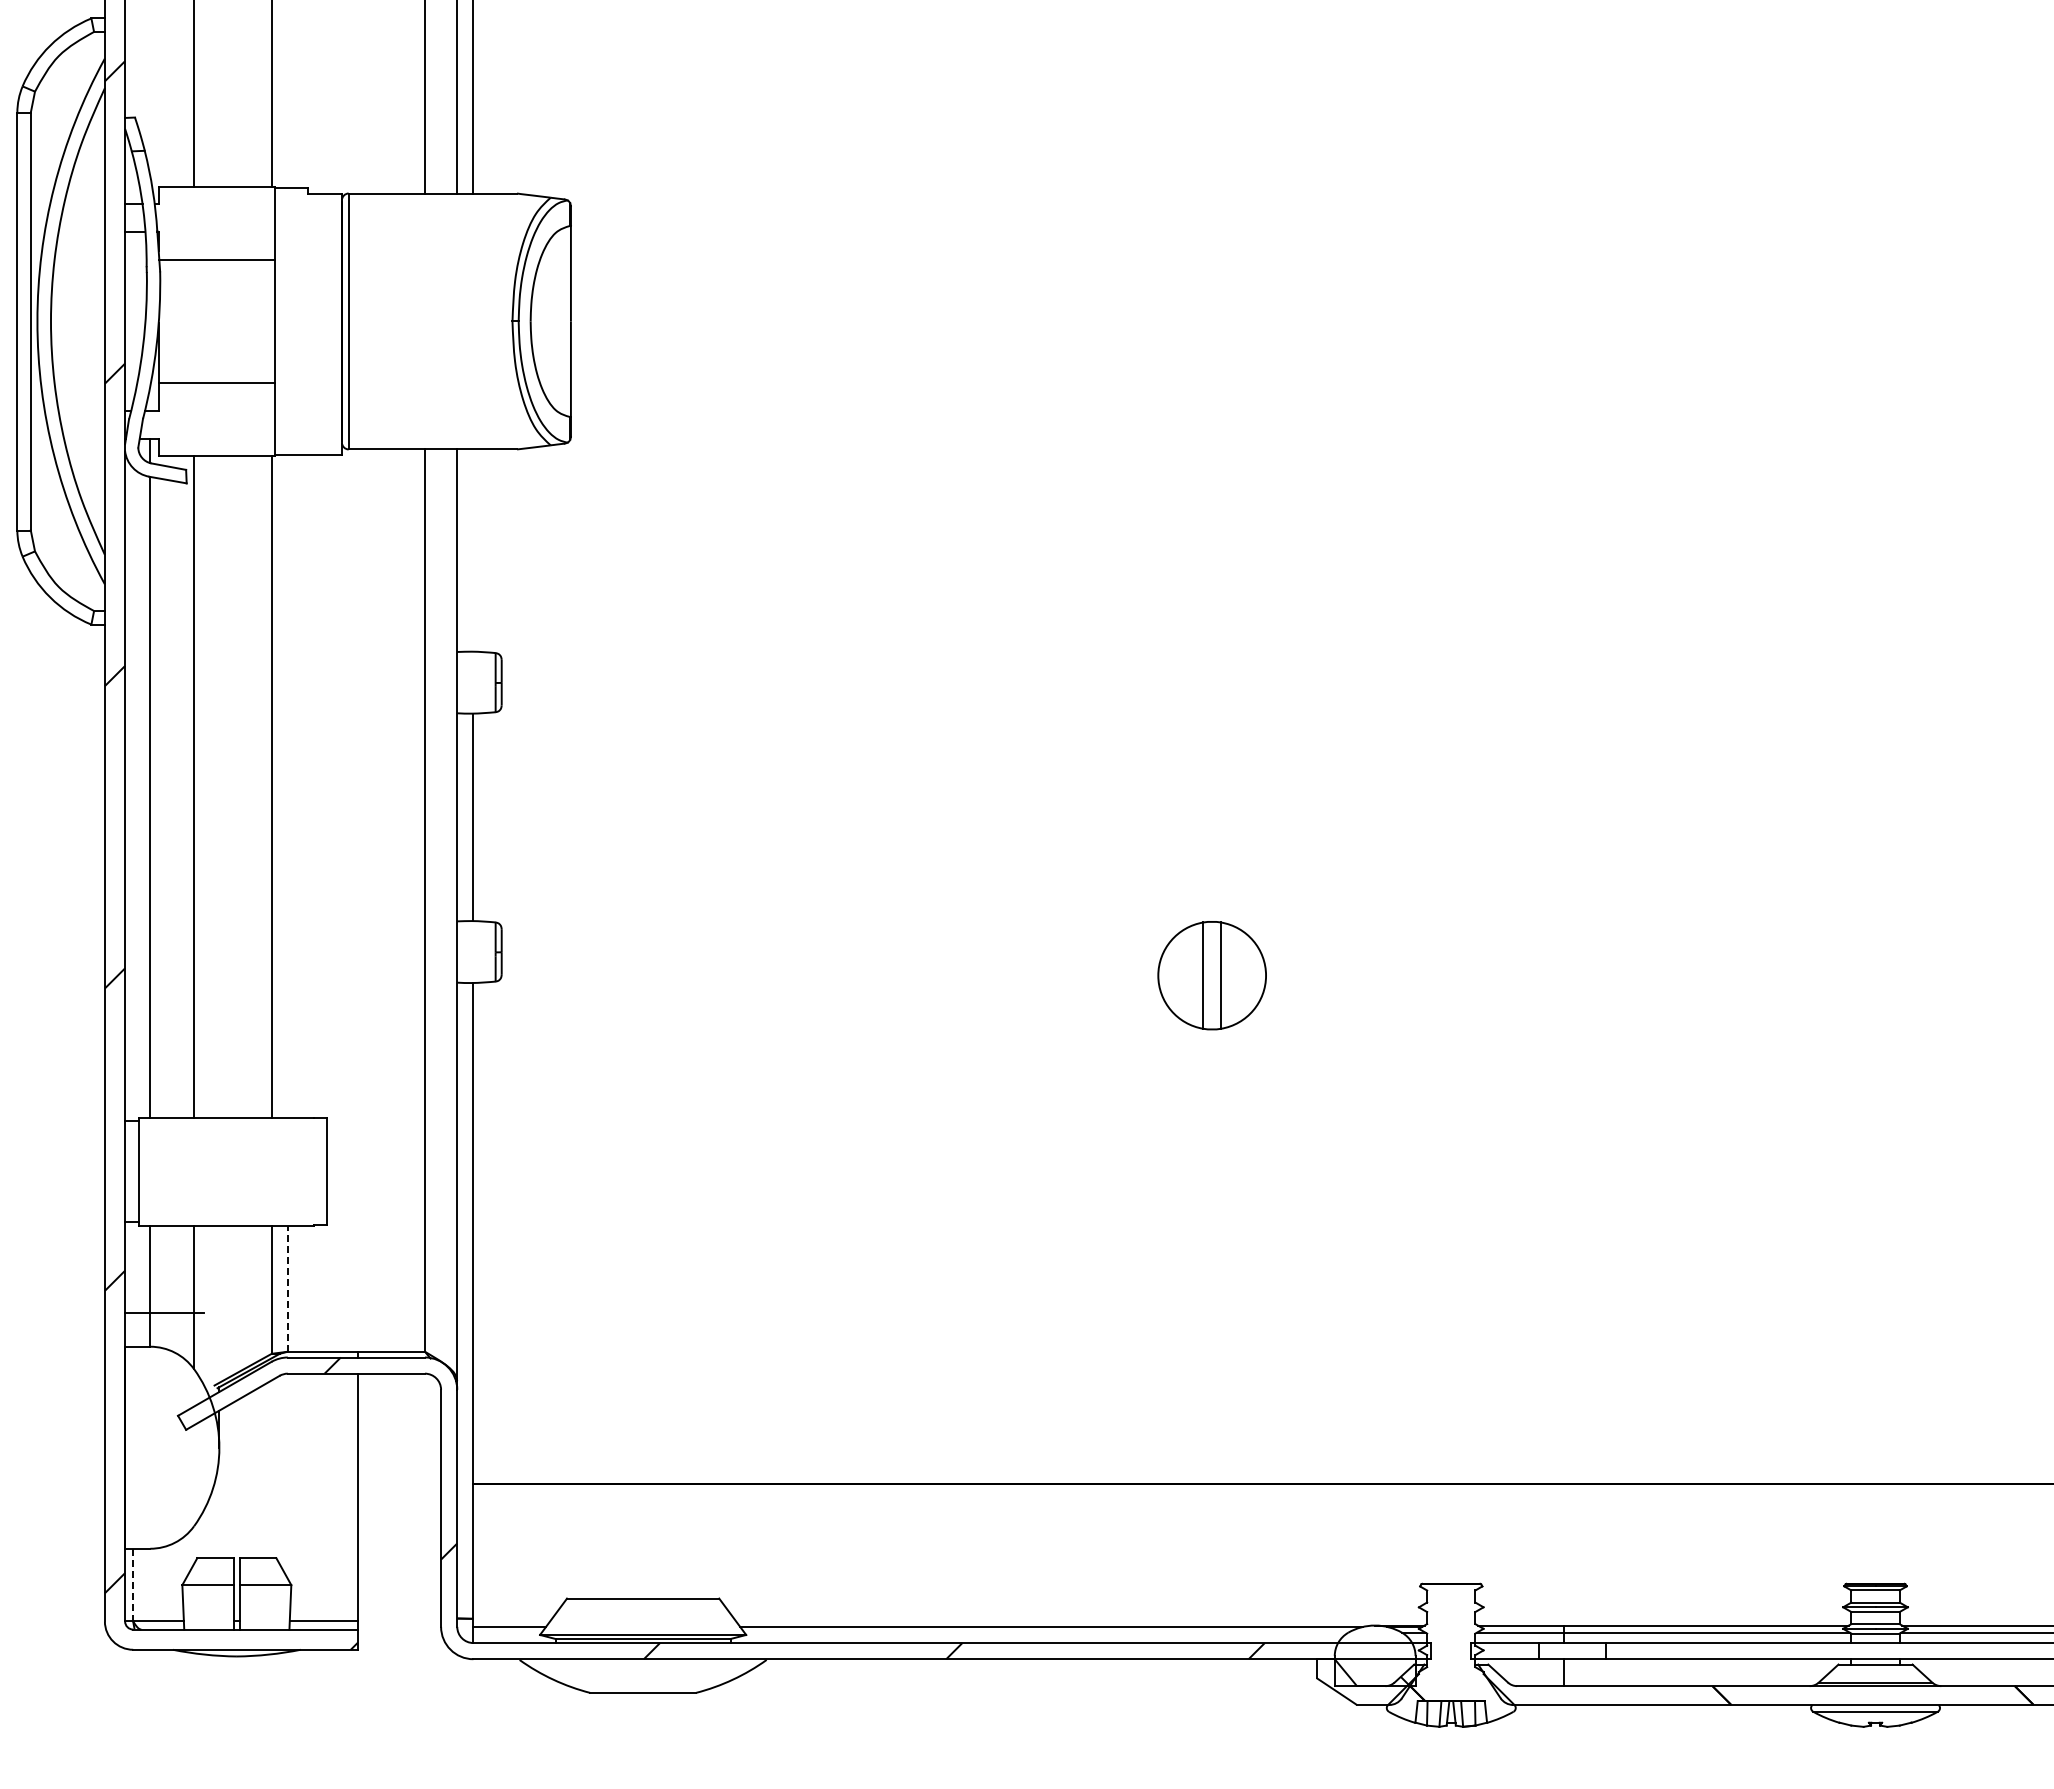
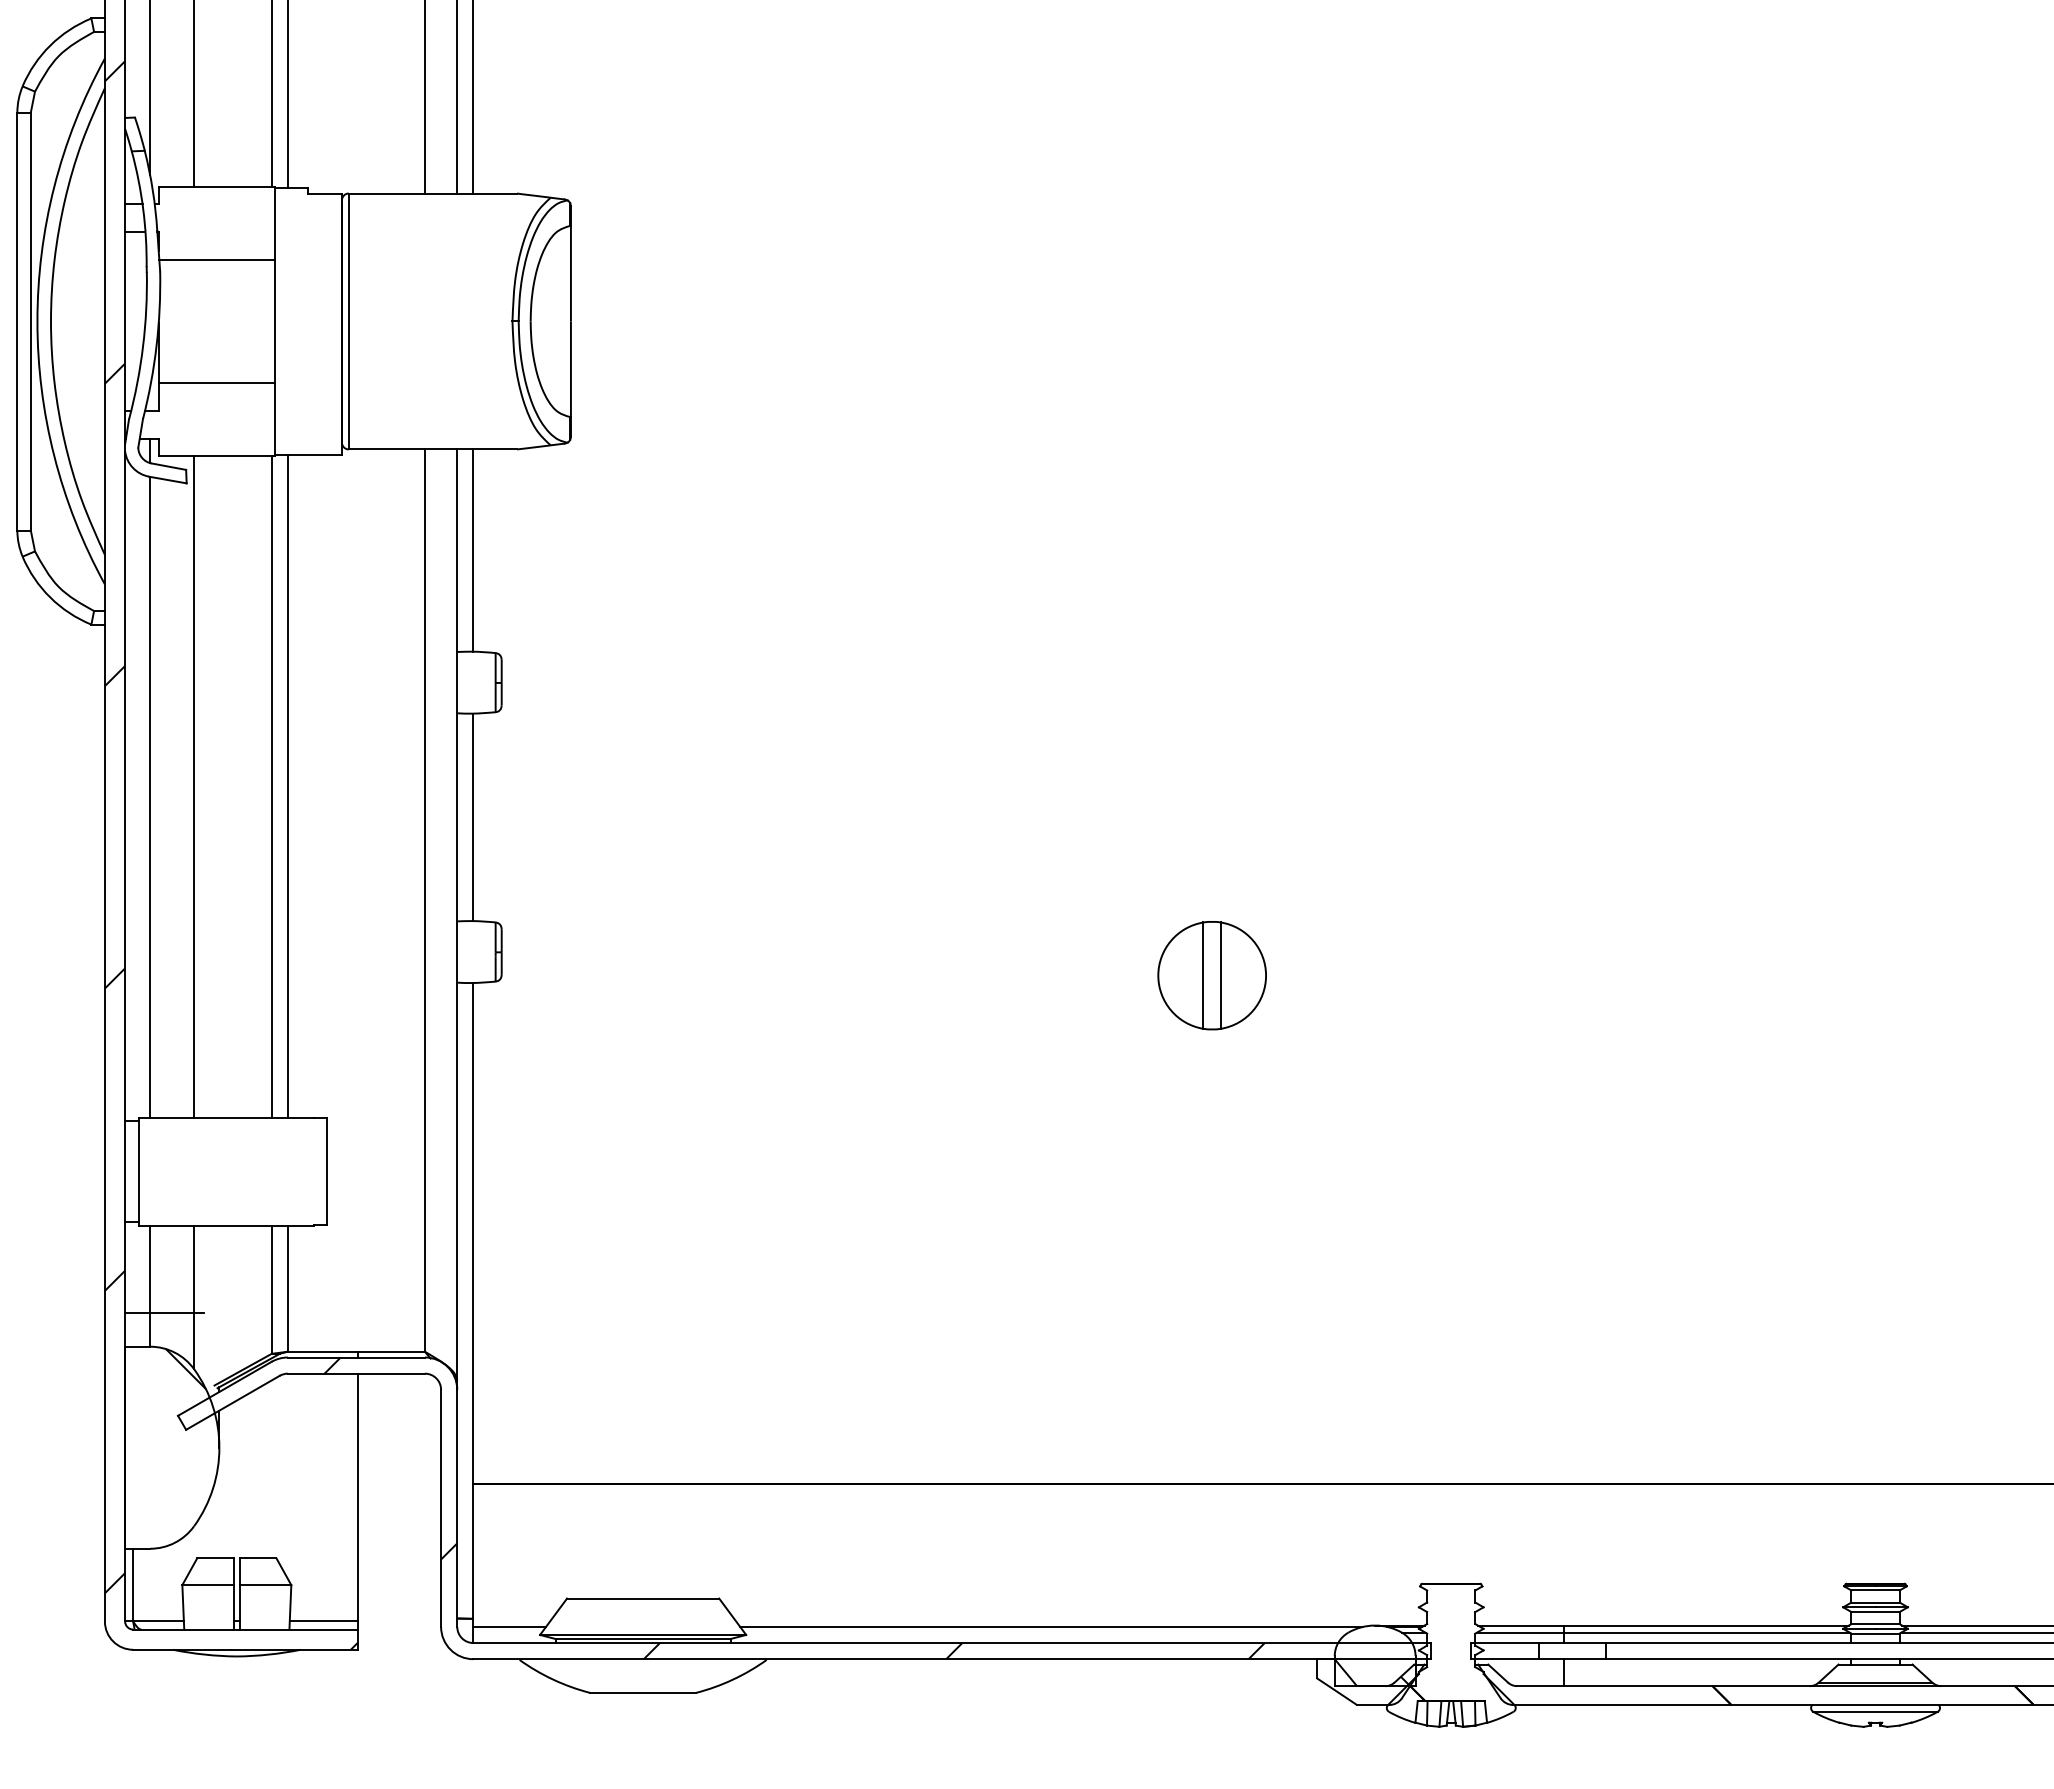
line at (150, 88): none -> present
line at (287, 95): none -> present
line at (473, 550): none -> present
line at (287, 785): none -> present
line at (287, 1288): dashed -> solid
hatch at (185, 1369): none -> present
line at (133, 1585): dashed -> solid
